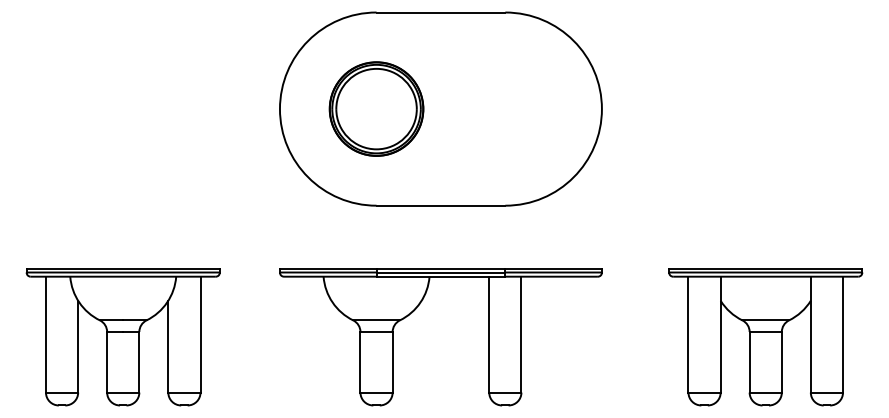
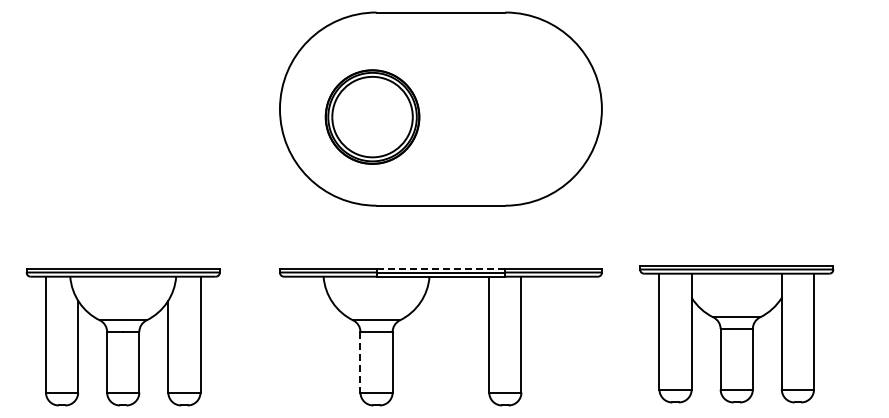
part at (376, 108) position: (376, 108) -> (372, 116)
line at (440, 268): solid -> dashed
part at (765, 337) position: (765, 337) -> (736, 334)
line at (360, 362): solid -> dashed
